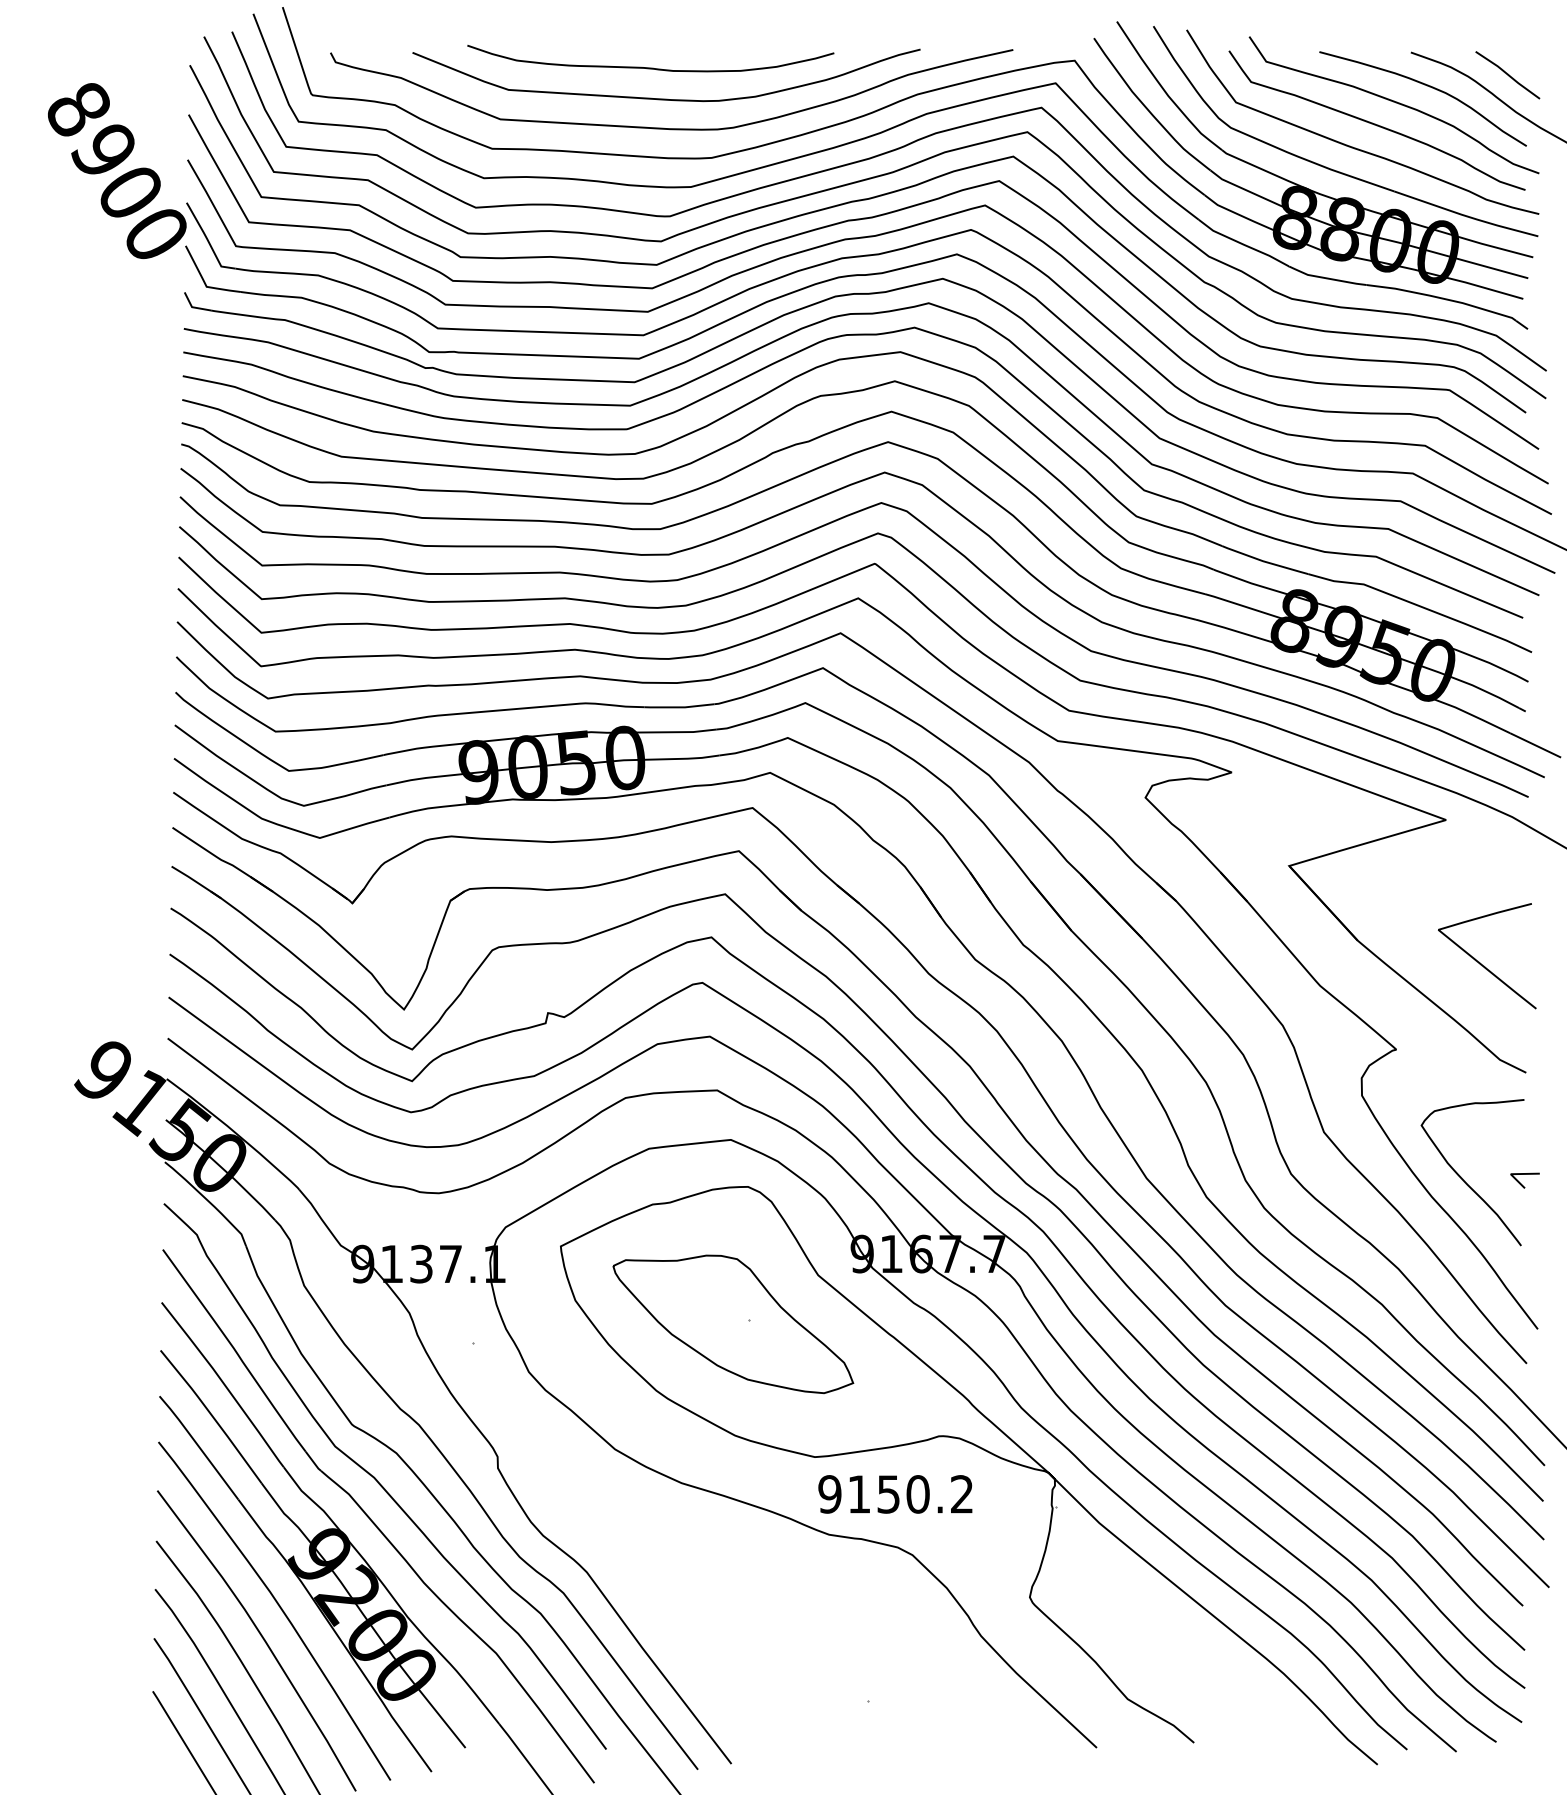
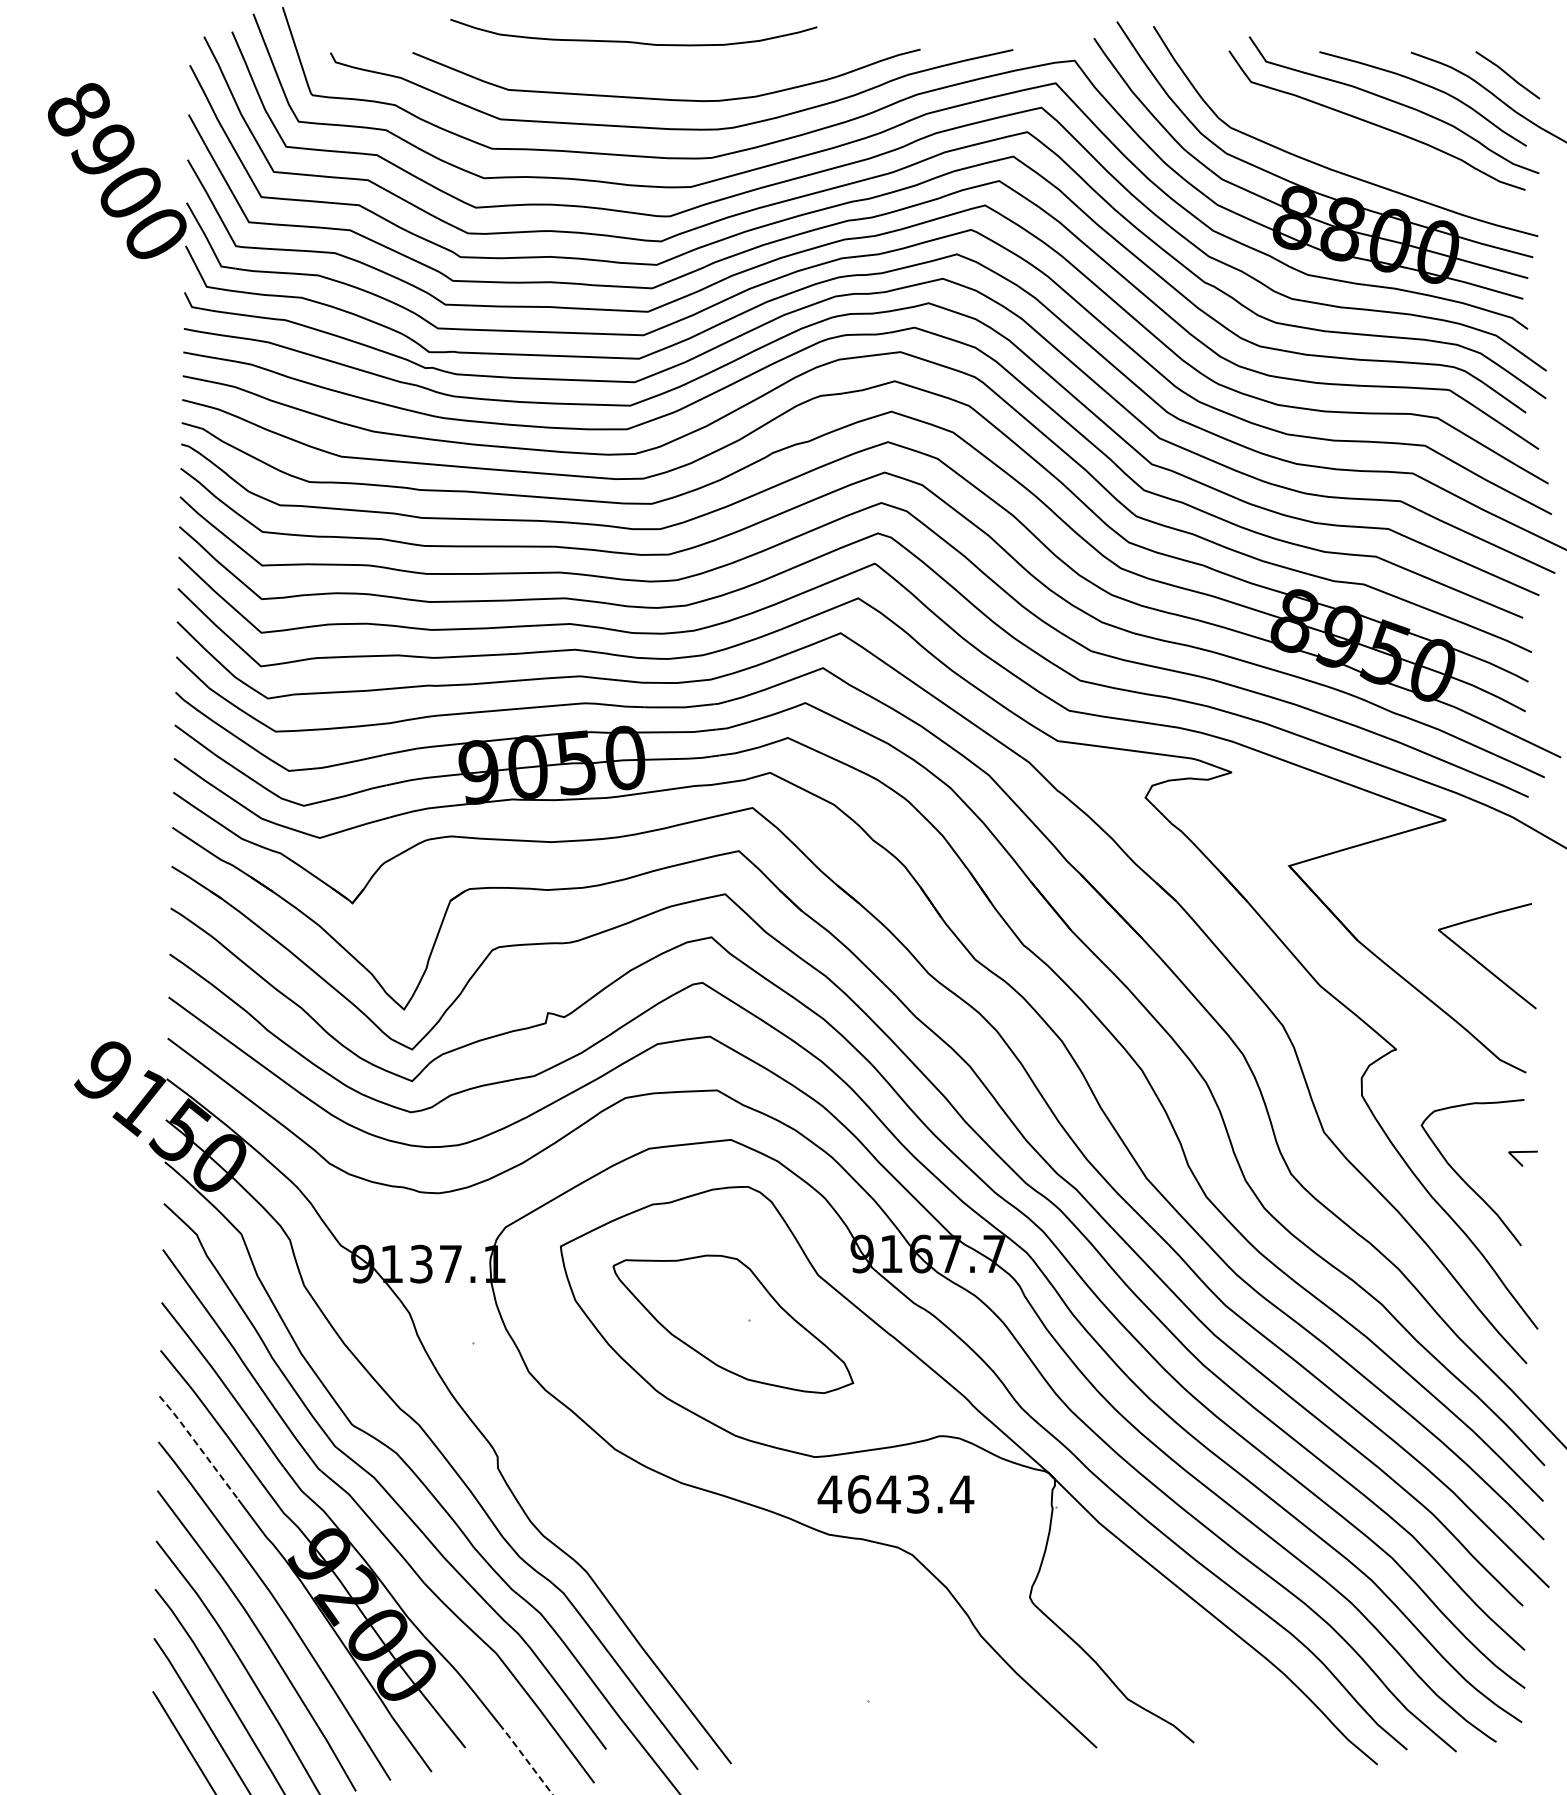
curve at (650, 67) position: (650, 67) -> (633, 41)
curve at (1350, 145): present -> none
line at (1521, 1183) position: (1521, 1183) -> (1519, 1161)
line at (198, 1446): solid -> dashed
text at (895, 1494): 9150.2 -> 4643.4
line at (525, 1758): solid -> dashed
